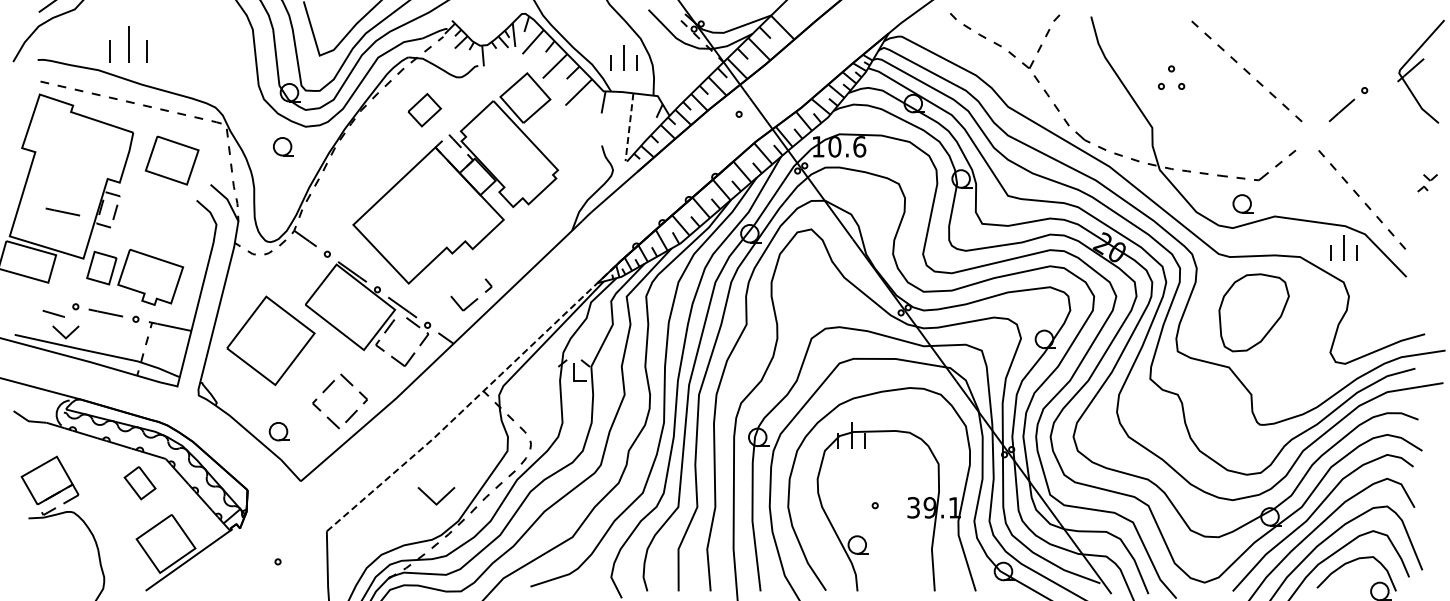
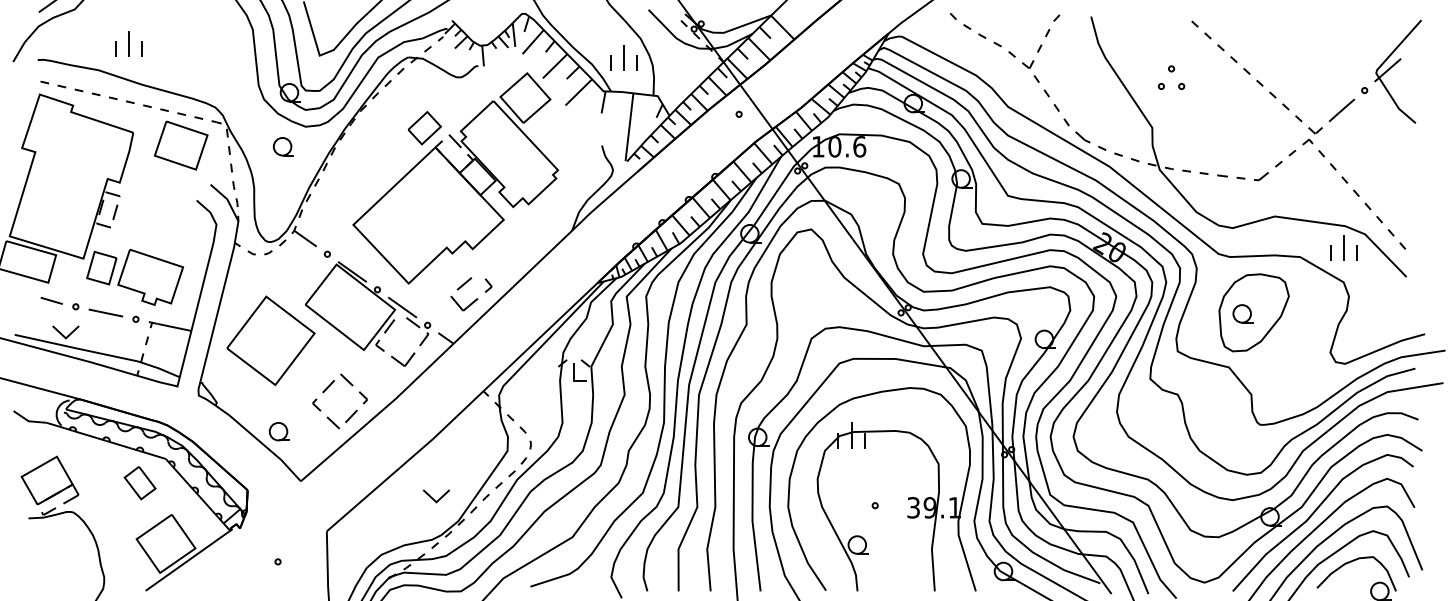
part at (128, 44) size: 39x37 px -> 28x26 px
part at (1416, 66) position: (1416, 66) -> (1393, 66)
part at (424, 110) position: (424, 110) -> (424, 128)
line at (629, 127): dashed -> solid
part at (171, 160) position: (171, 160) -> (180, 145)
part at (1427, 183) position: (1427, 183) -> (1312, 136)
part at (1242, 203) position: (1242, 203) -> (1242, 313)
line at (62, 211): present -> none
line at (464, 283): none -> present
line at (53, 313) position: (53, 313) -> (51, 300)
line at (475, 398): dashed -> solid
part at (436, 496) size: 39x19 px -> 27x15 px
